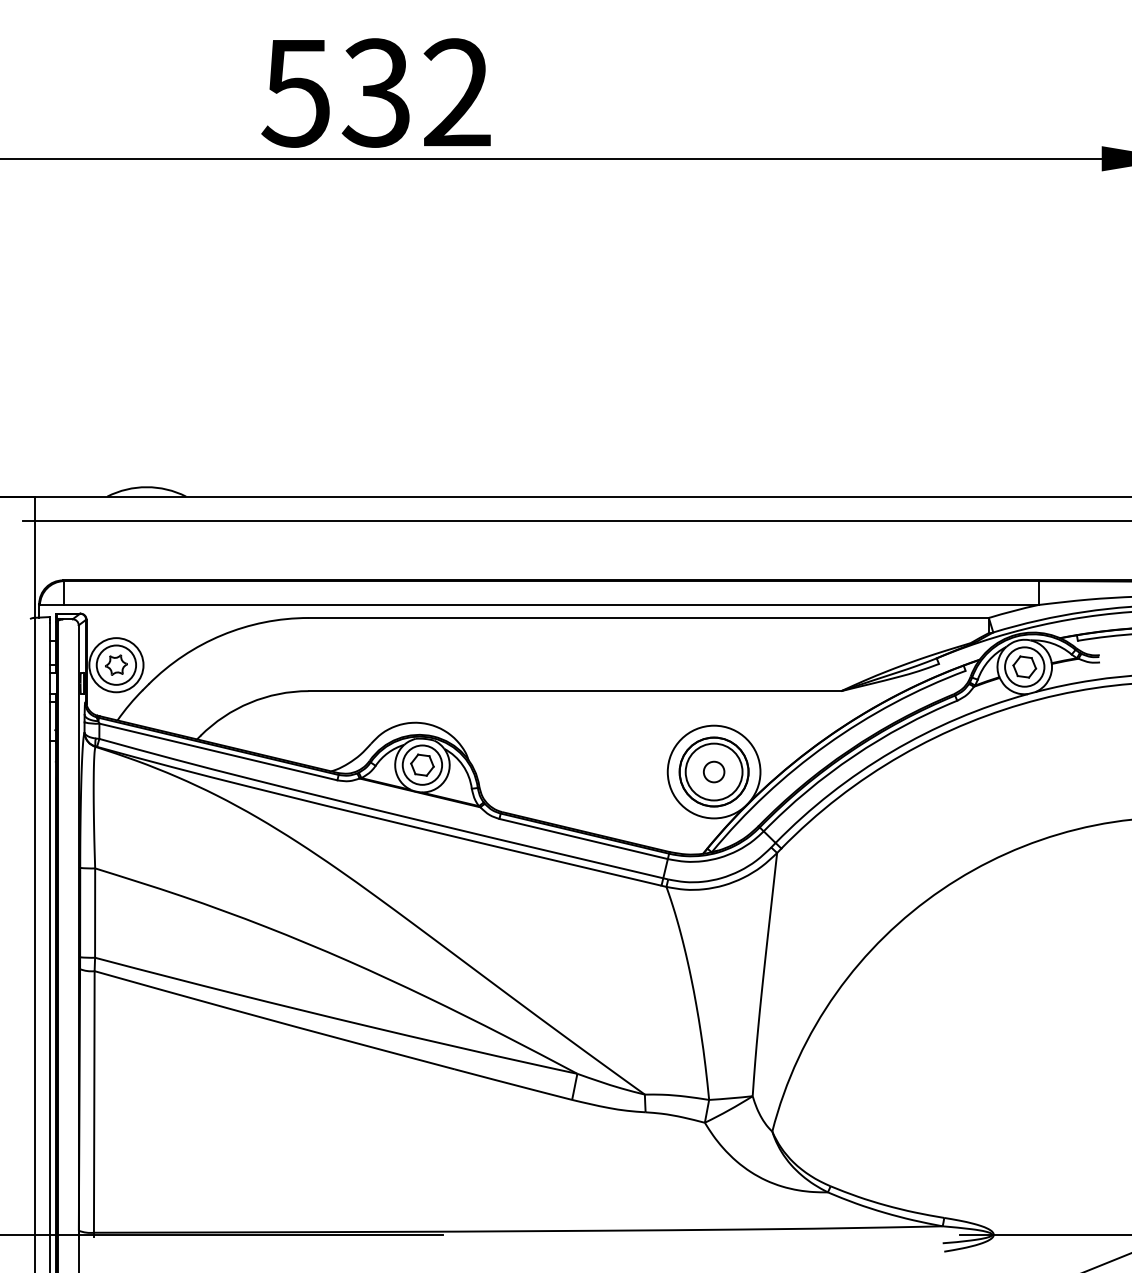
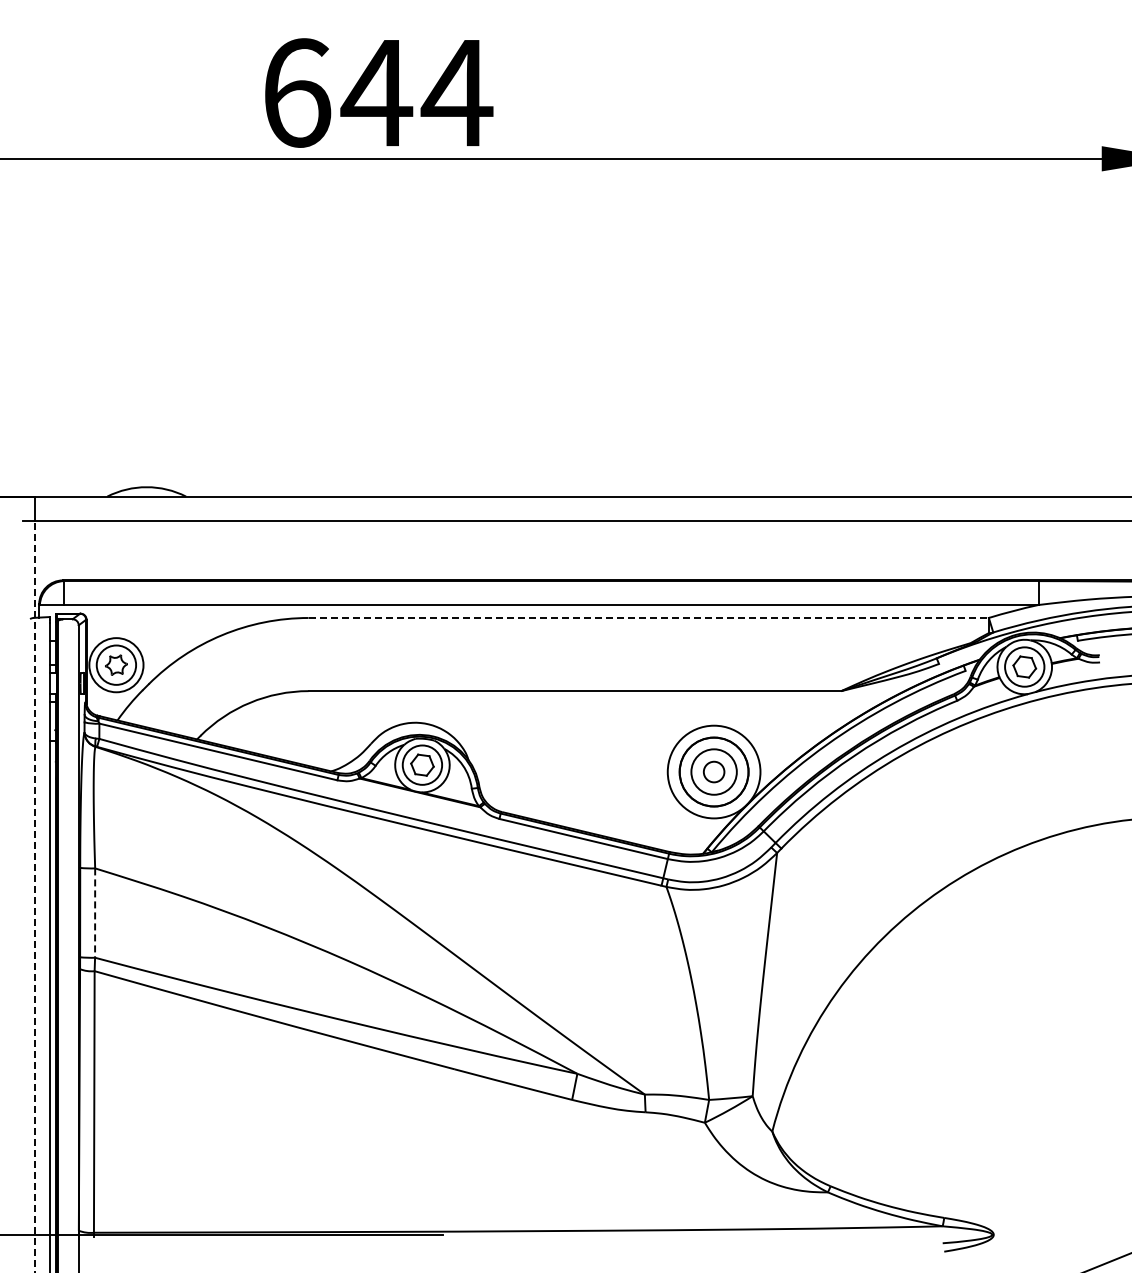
text at (377, 92): 532 -> 644
line at (649, 618): solid -> dashed
circle at (713, 771) diameter: 57 px -> 45 px
line at (34, 896): solid -> dashed
line at (95, 912): solid -> dashed
line at (1044, 1234): present -> none
